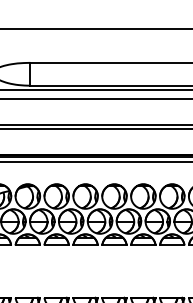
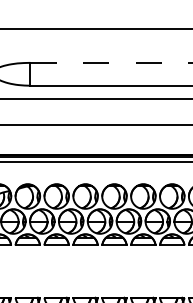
line at (111, 62): solid -> dashed
line at (95, 89): present -> none
line at (95, 129): present -> none
